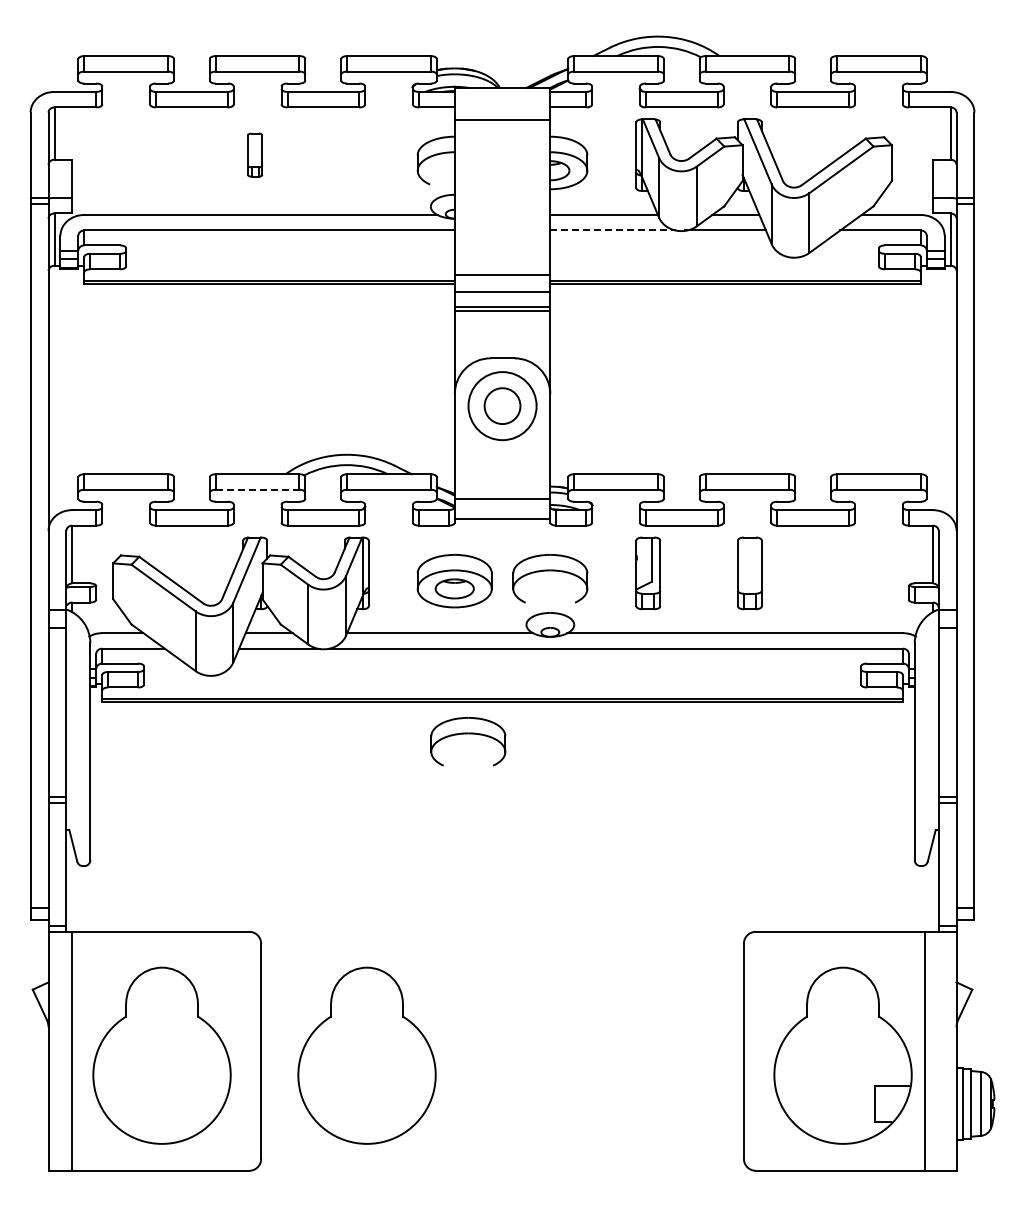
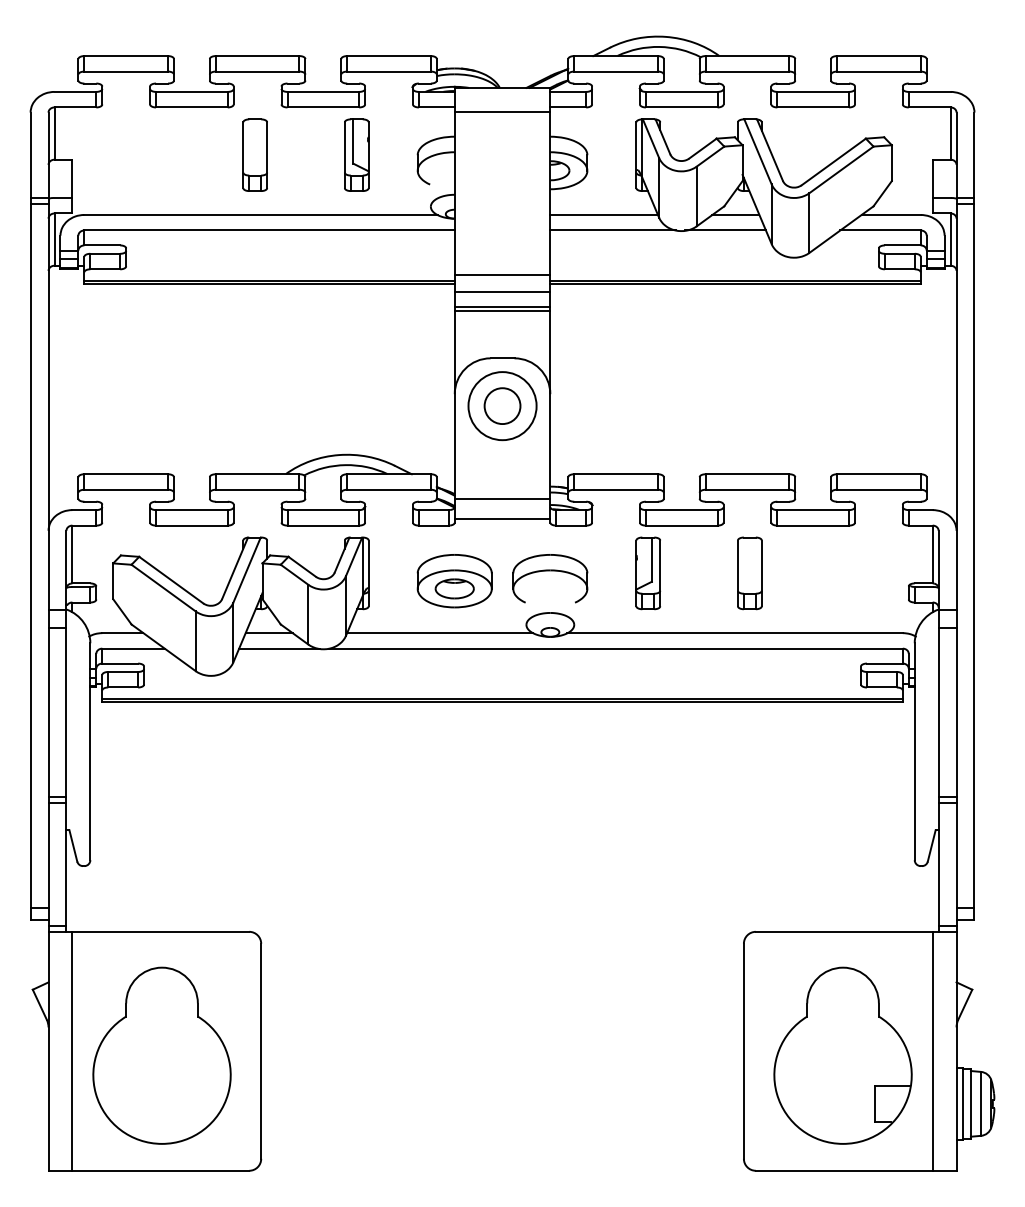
line at (502, 119) position: (502, 119) -> (502, 111)
part at (255, 154) size: 17x46 px -> 26x74 px
part at (356, 154): none -> present
line at (613, 230): dashed -> solid
line at (257, 489): dashed -> solid
part at (468, 734): present -> none
line at (924, 1050) position: (924, 1050) -> (932, 1050)
part at (366, 1055): present -> none
